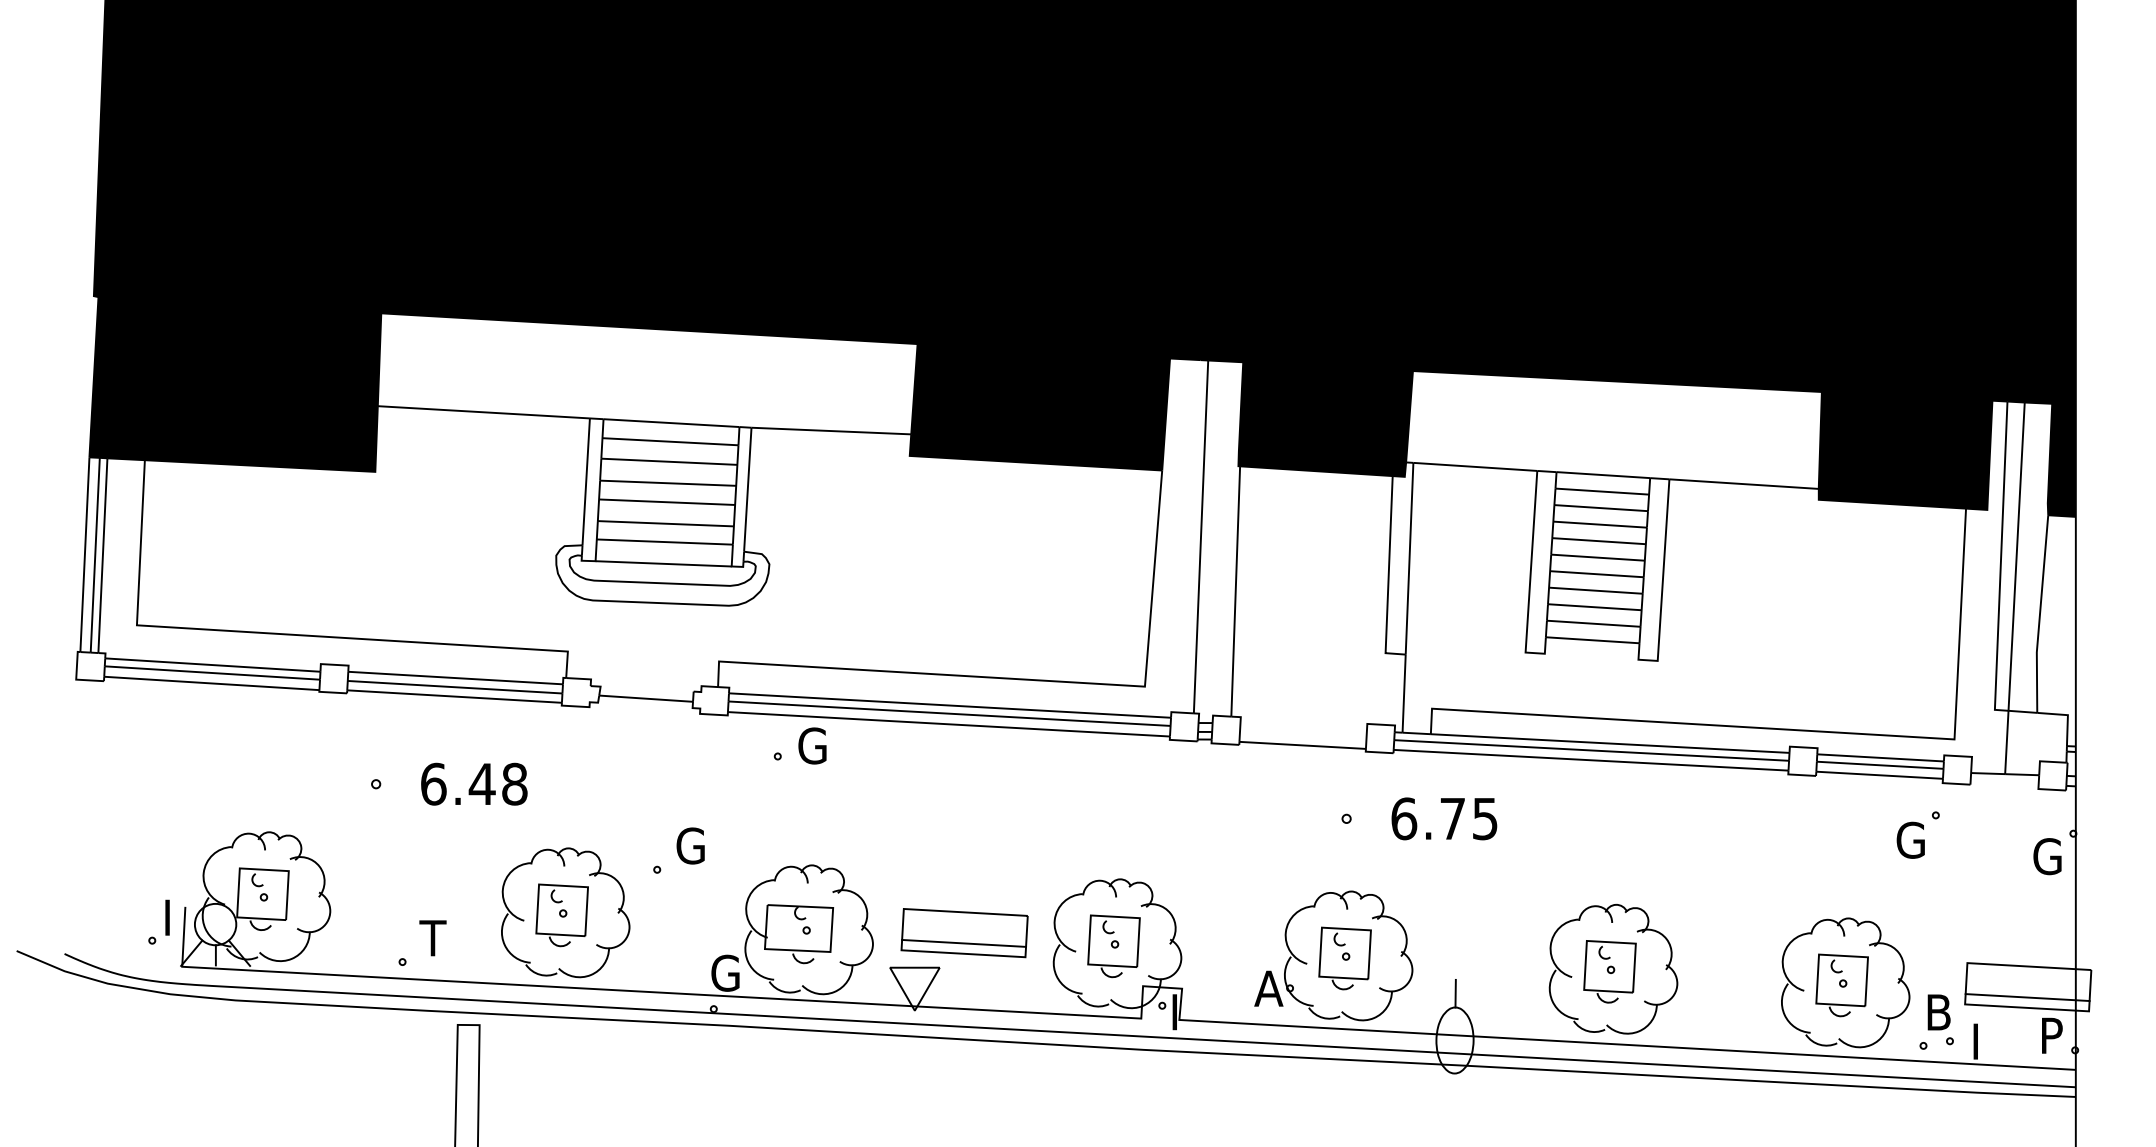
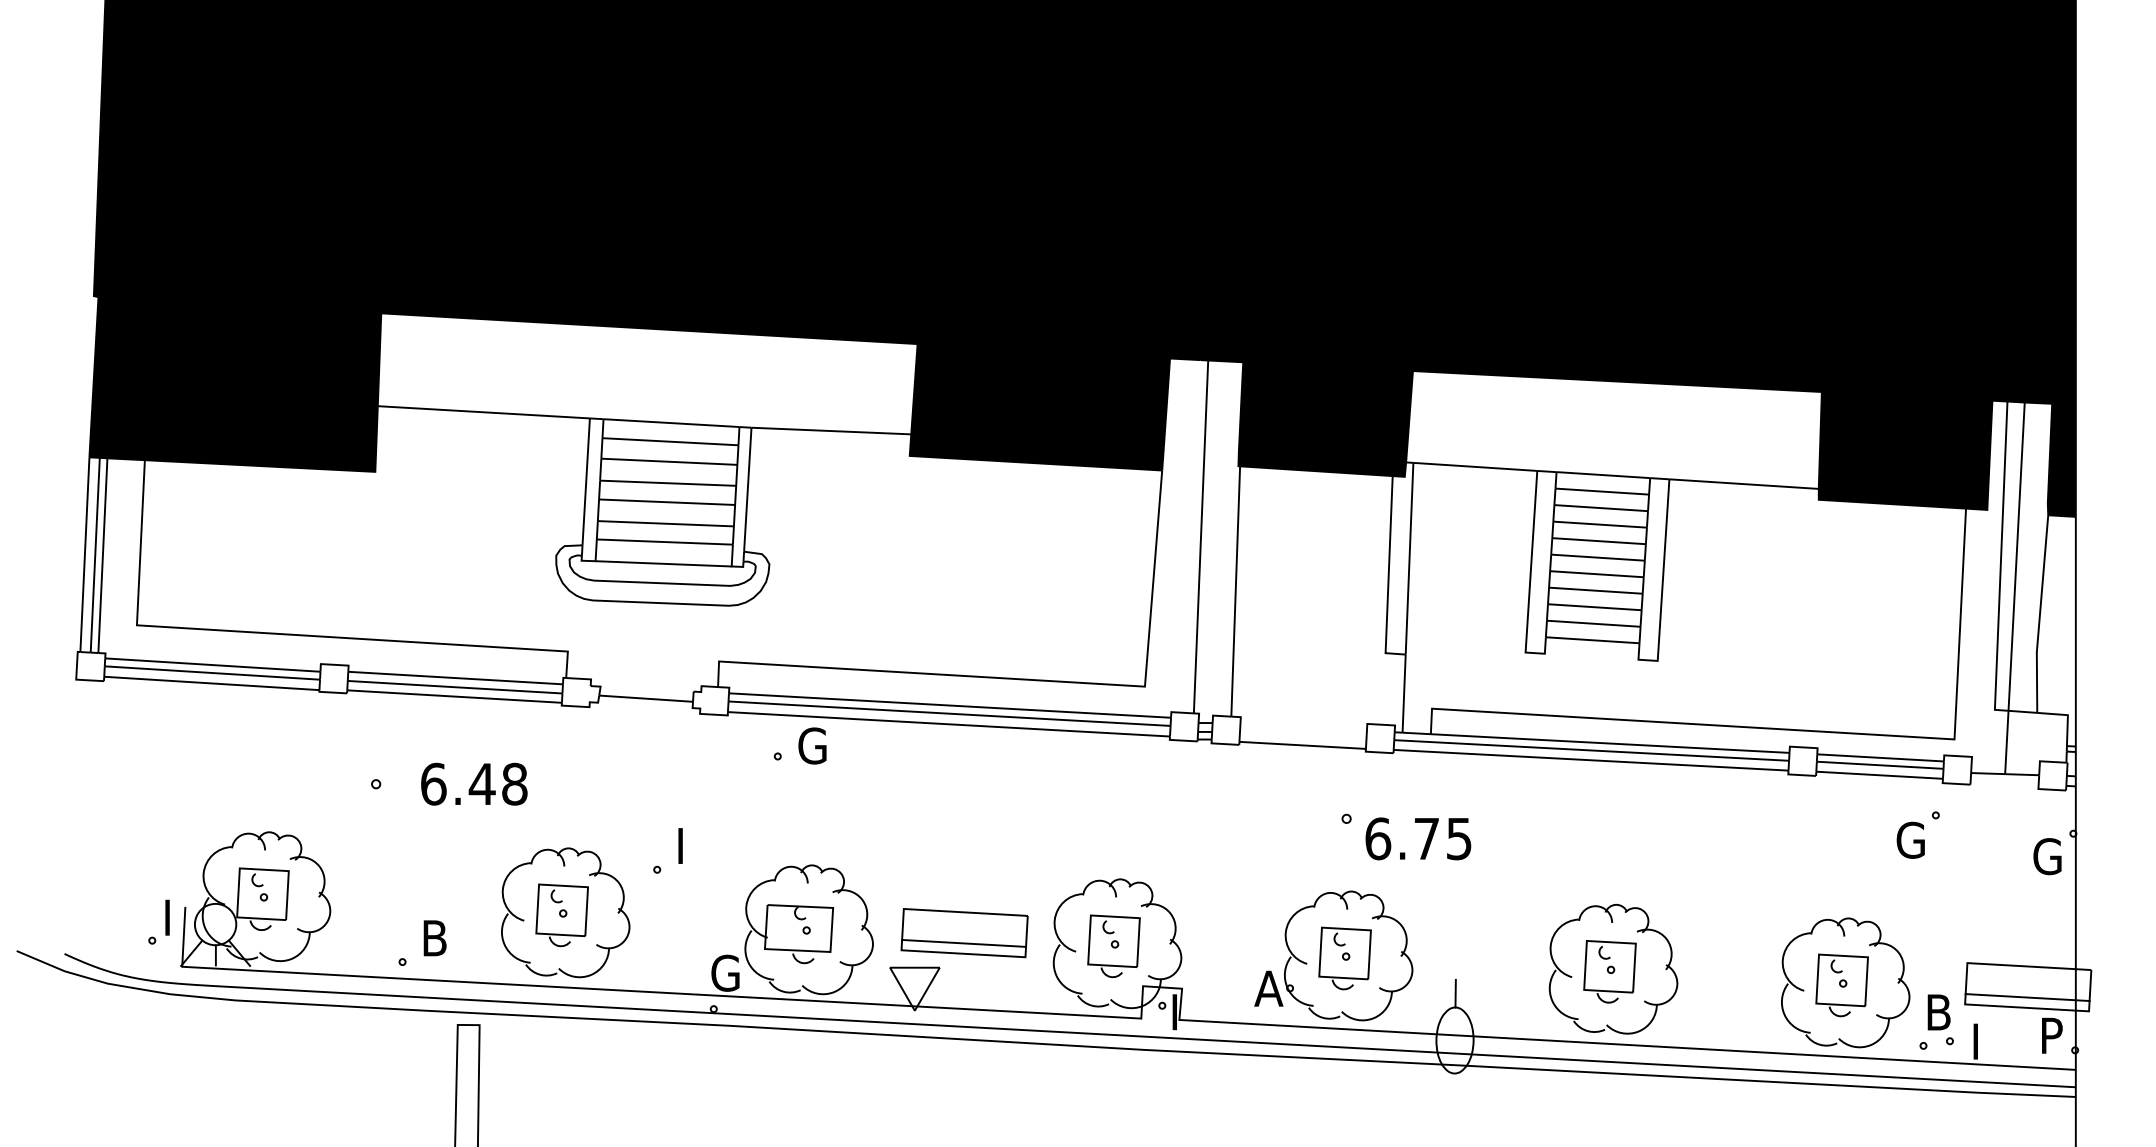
text at (1444, 818) position: (1444, 818) -> (1418, 838)
text at (690, 845): G -> I
text at (432, 938): T -> B
